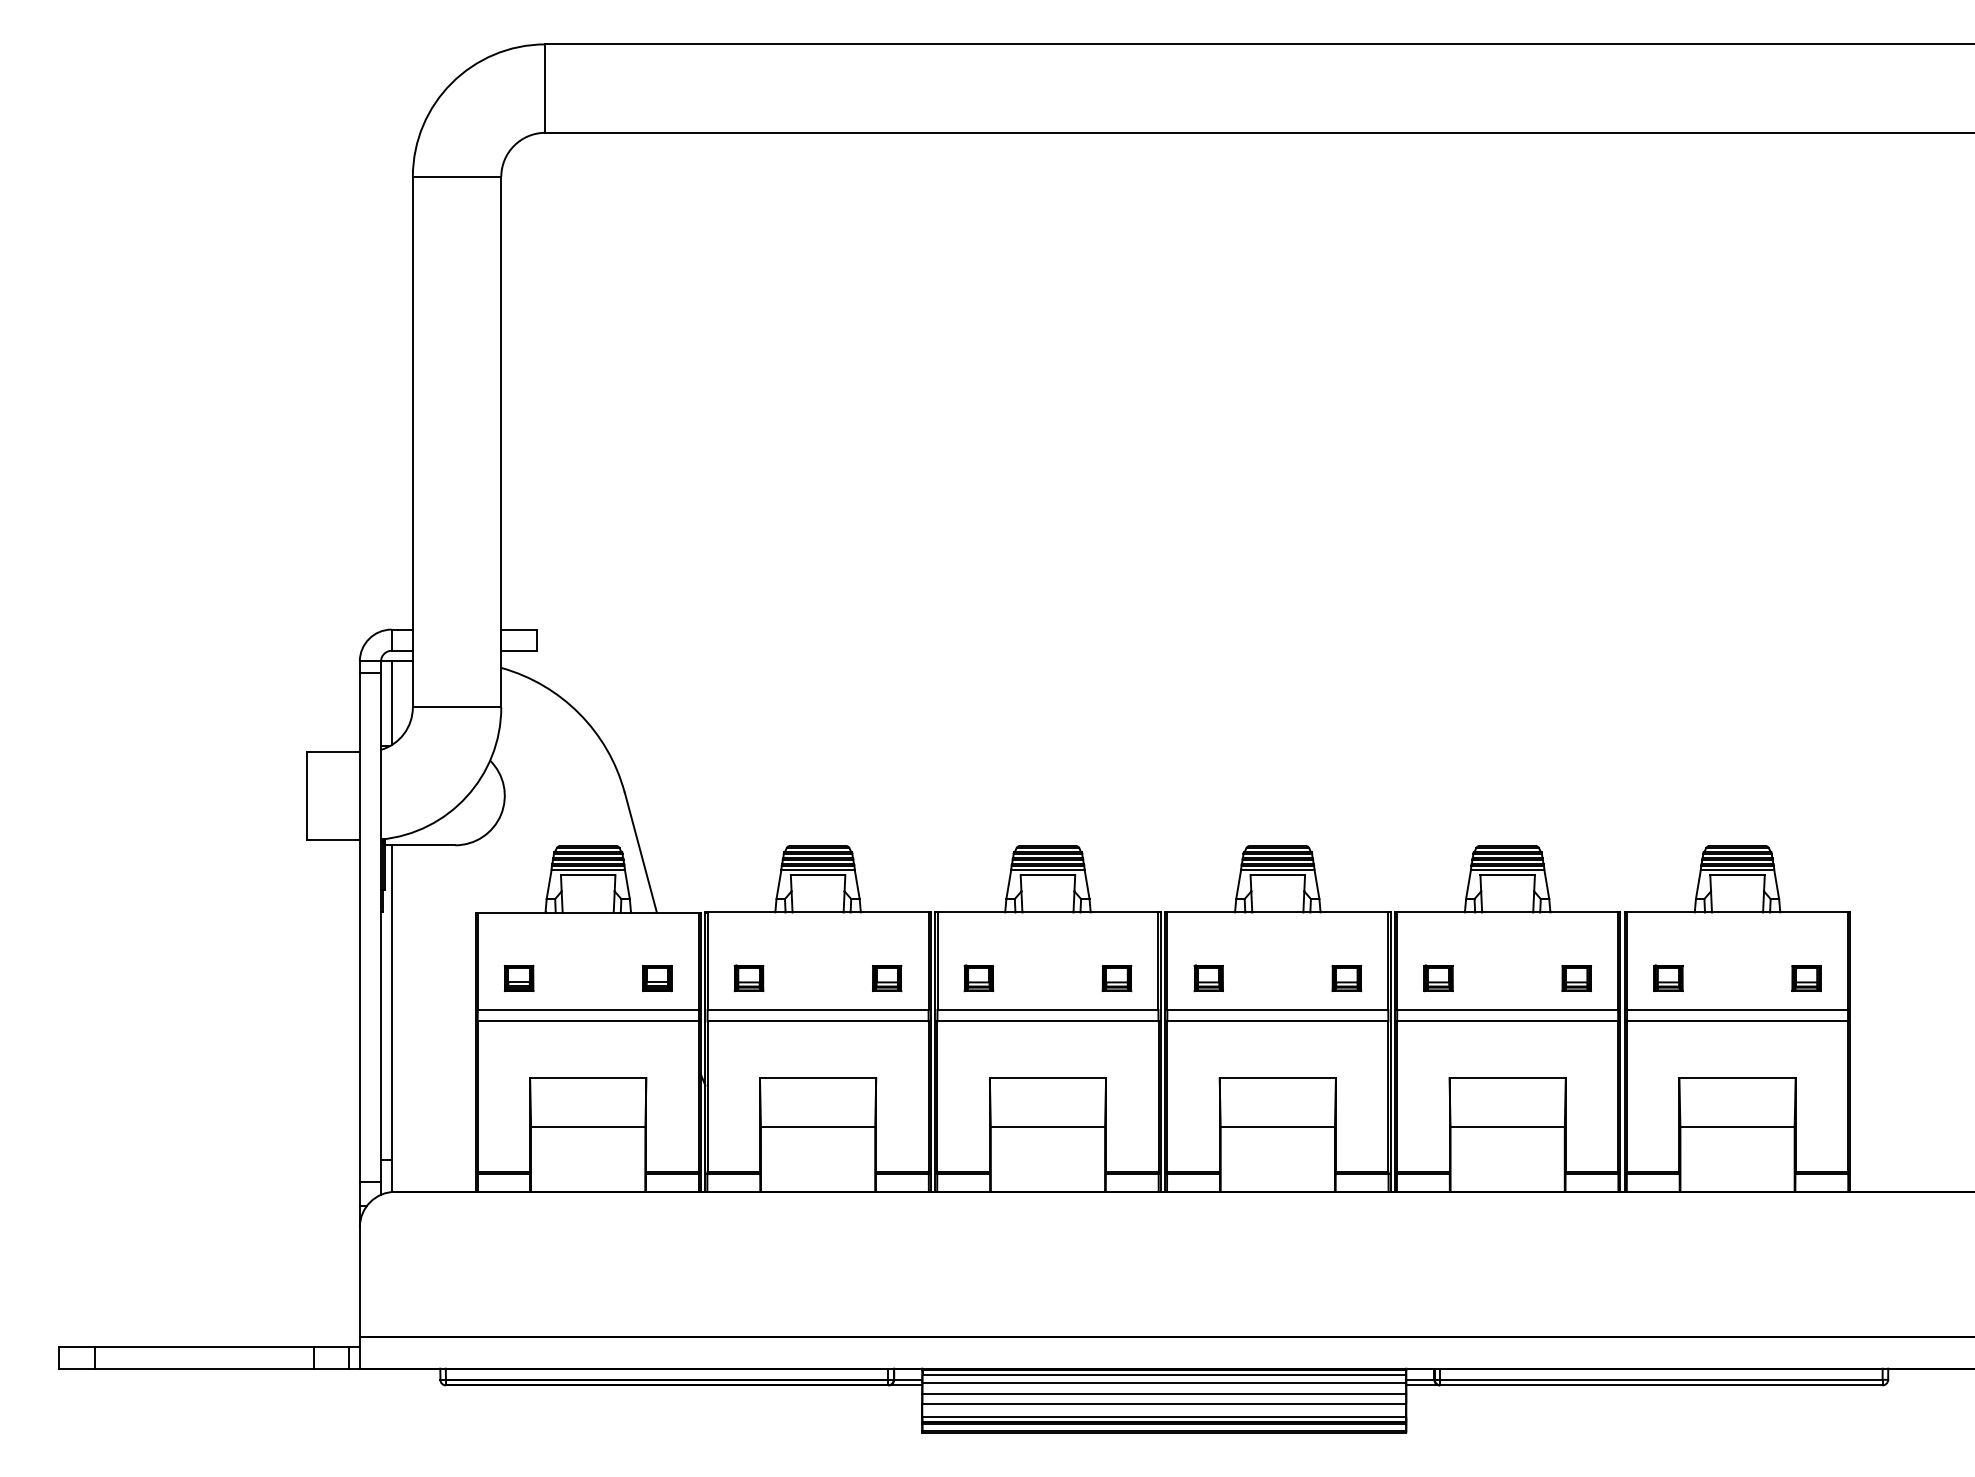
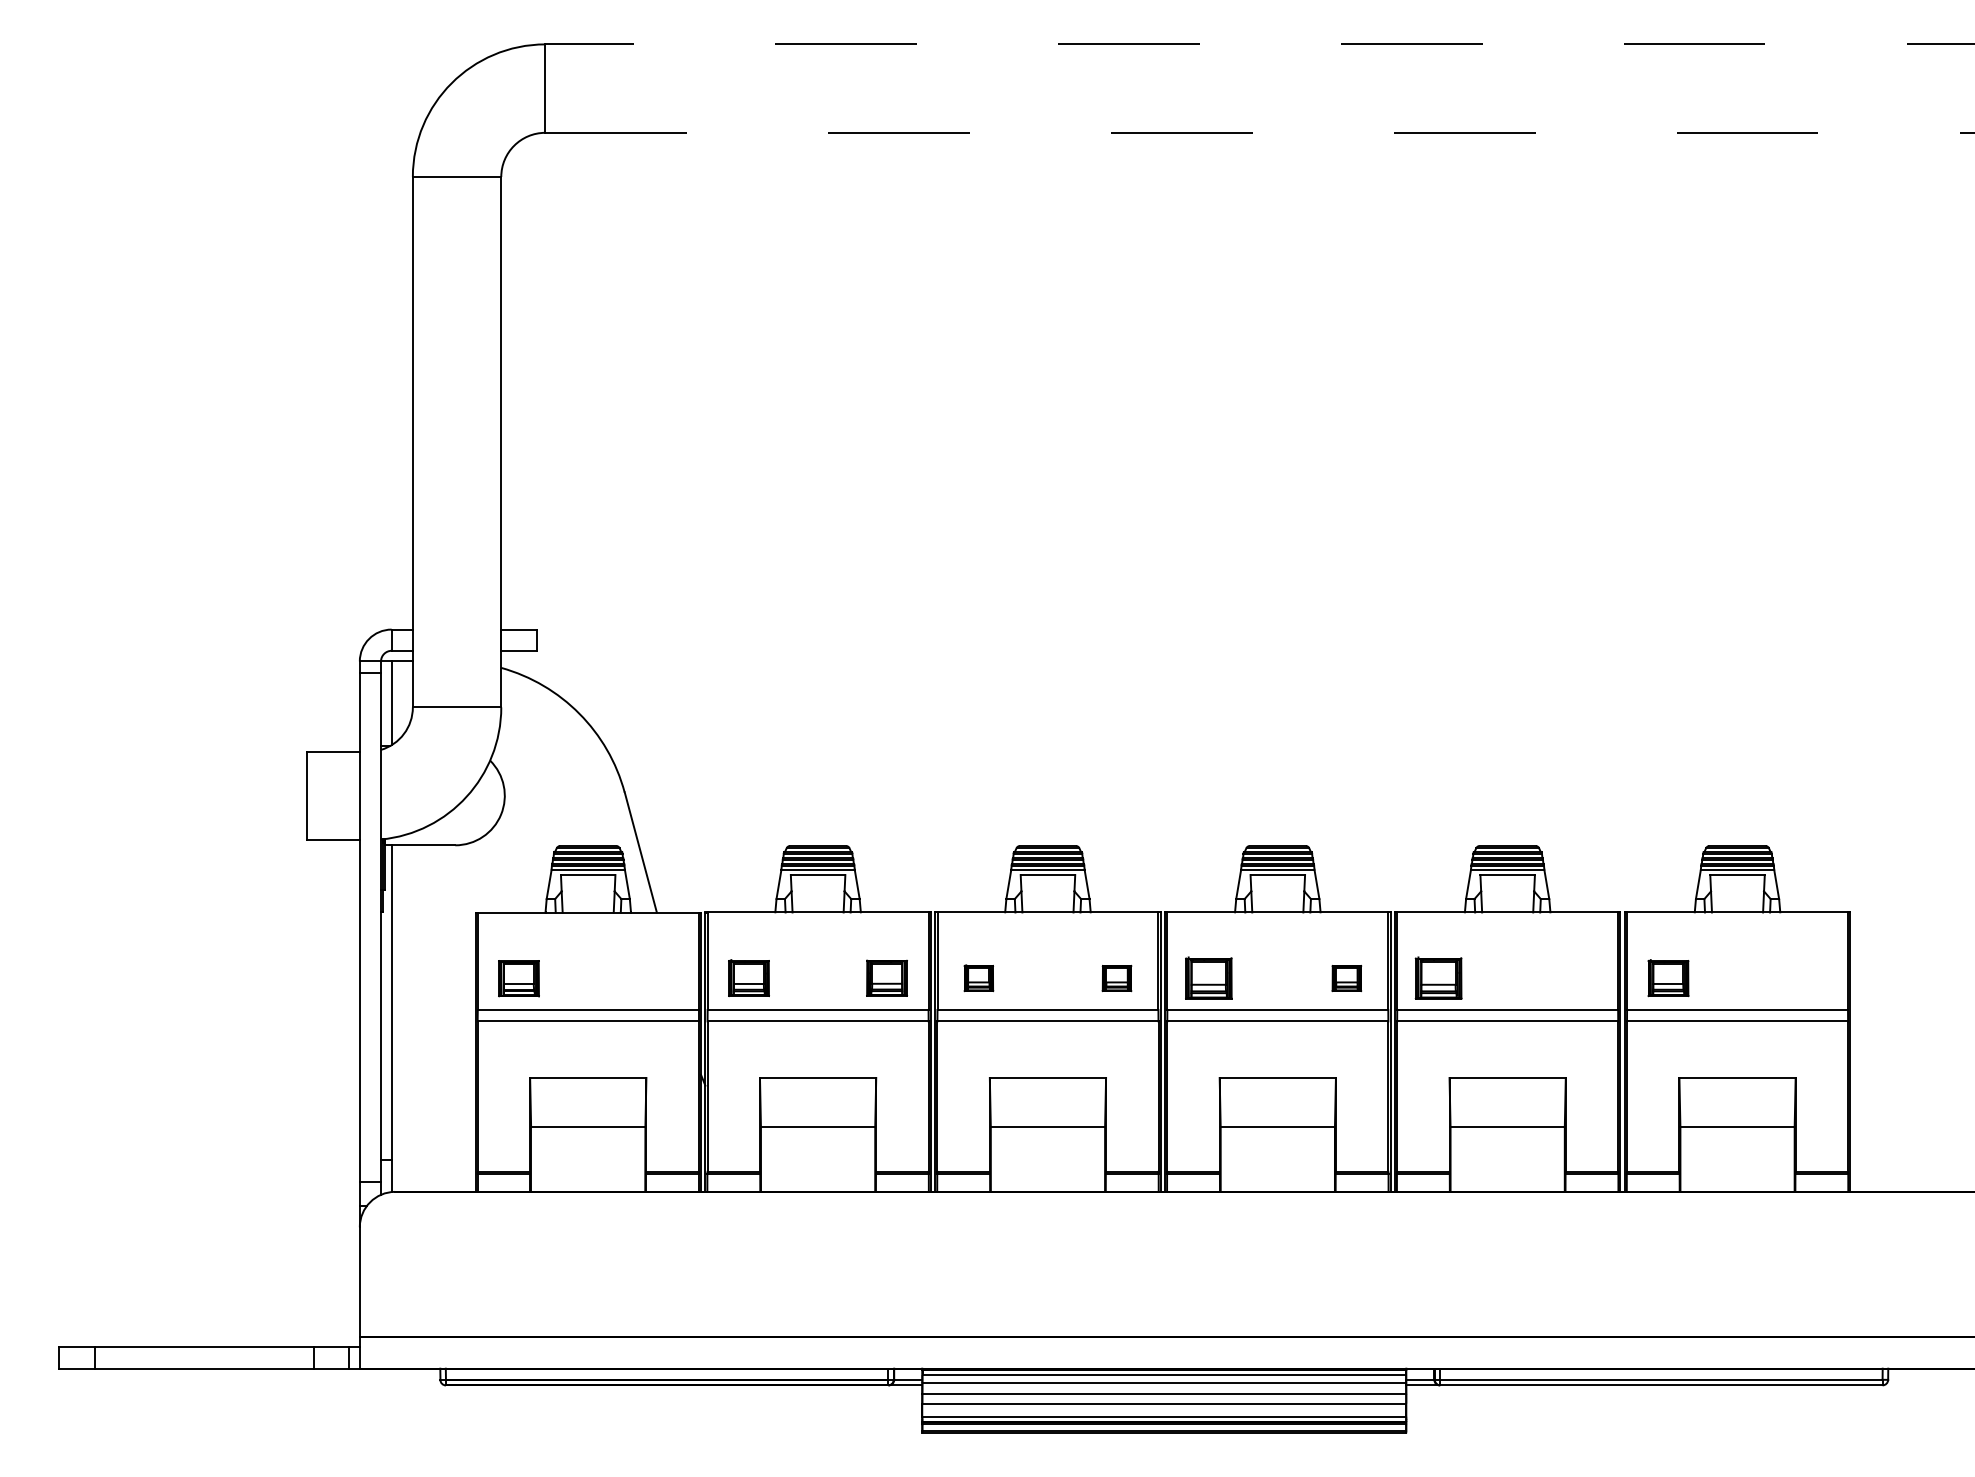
line at (1259, 44): solid -> dashed
line at (1260, 132): solid -> dashed
part at (519, 977) size: 31x28 px -> 42x38 px
part at (657, 978): present -> none
part at (748, 978) size: 32x29 px -> 42x38 px
part at (887, 978) size: 31x28 px -> 42x38 px
part at (1208, 978) size: 31x29 px -> 48x44 px
part at (1438, 978) size: 31x29 px -> 49x44 px
part at (1576, 978): present -> none
part at (1668, 978) size: 31x29 px -> 43x39 px
part at (1806, 978): present -> none
